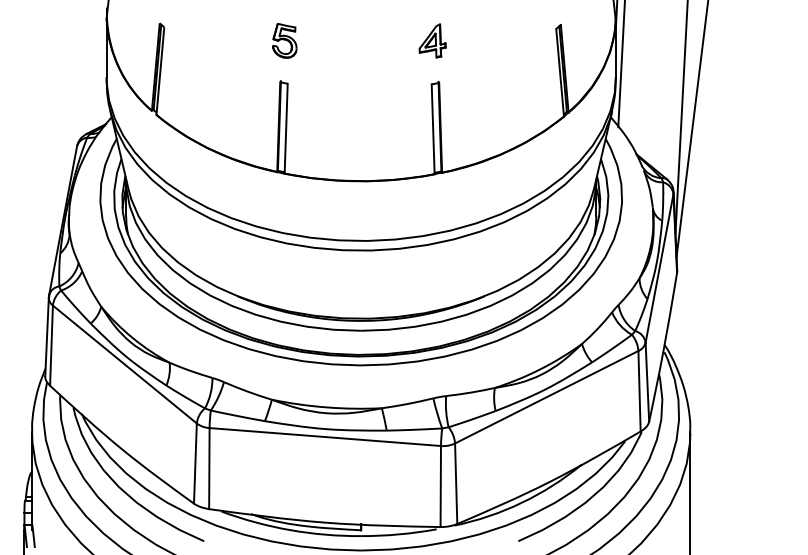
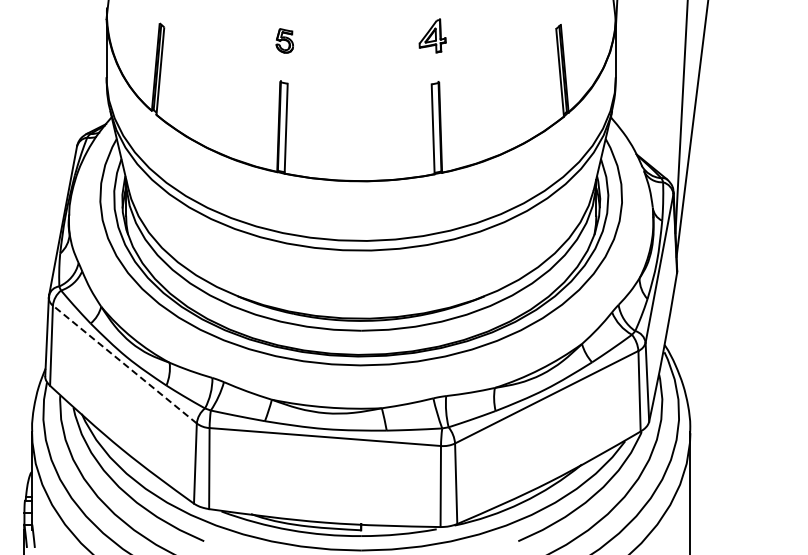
part at (284, 40) size: 26x36 px -> 19x26 px
part at (432, 40) position: (432, 40) -> (432, 35)
line at (621, 64): present -> none
line at (124, 364): solid -> dashed
